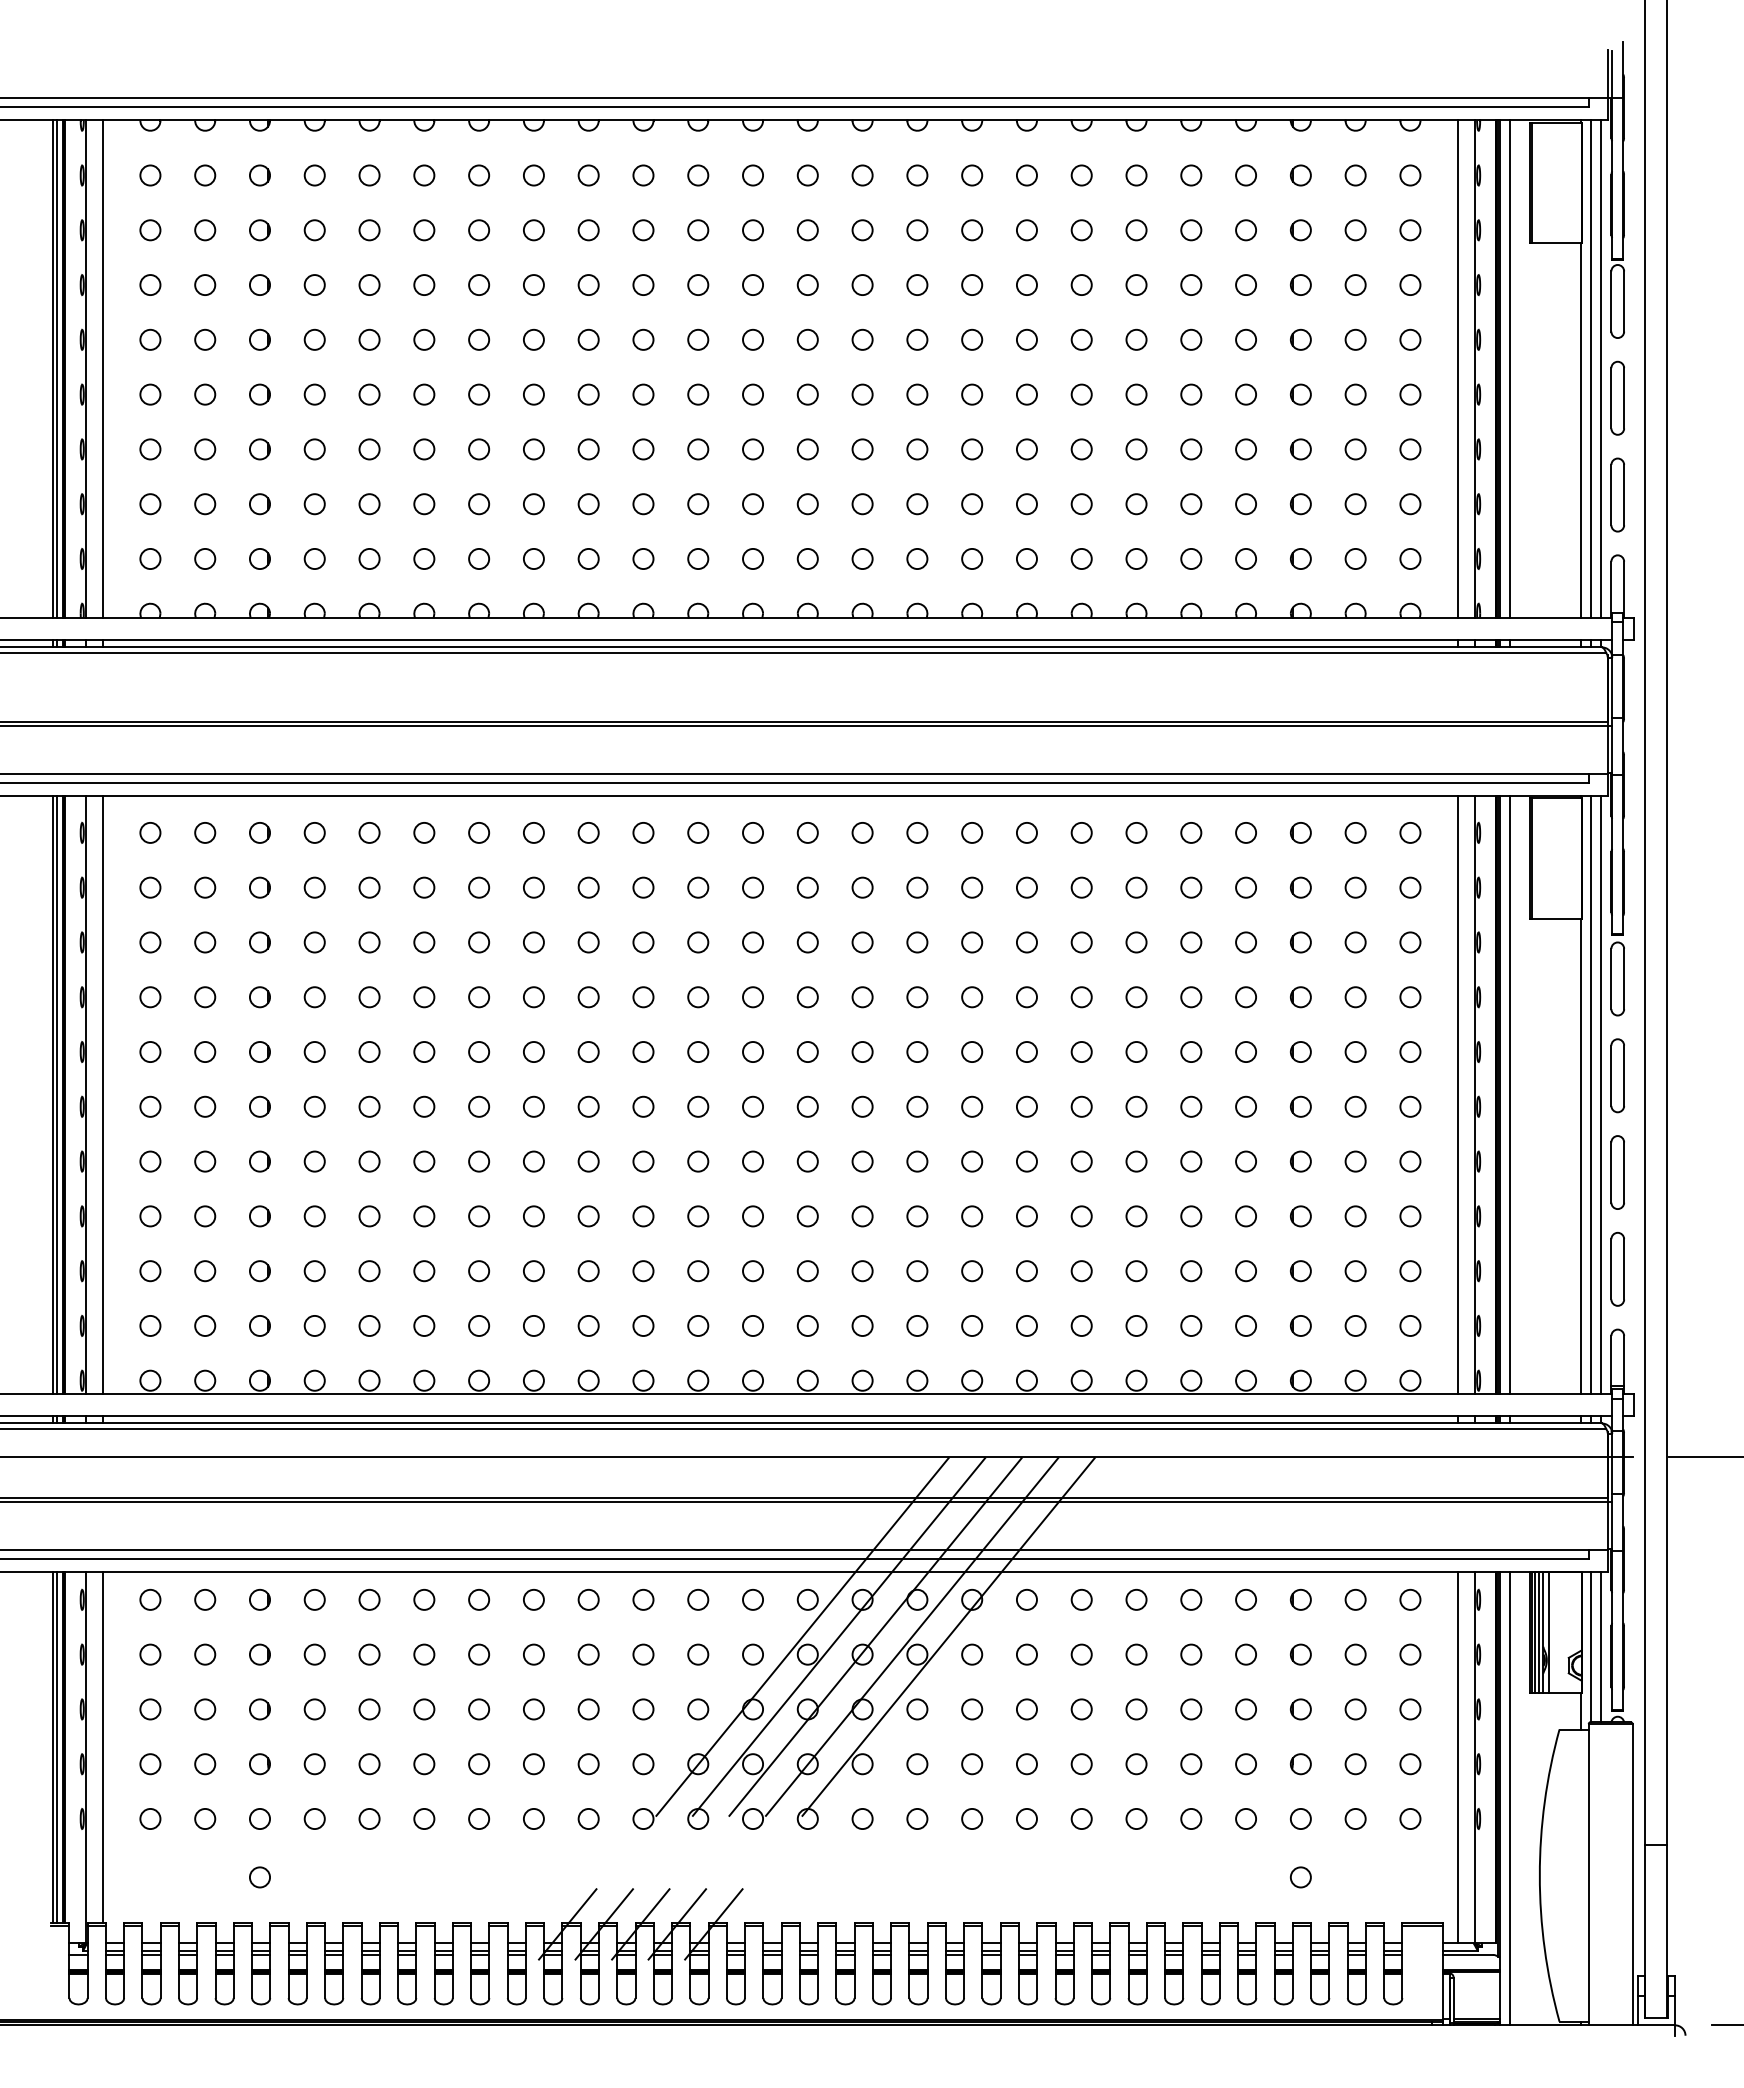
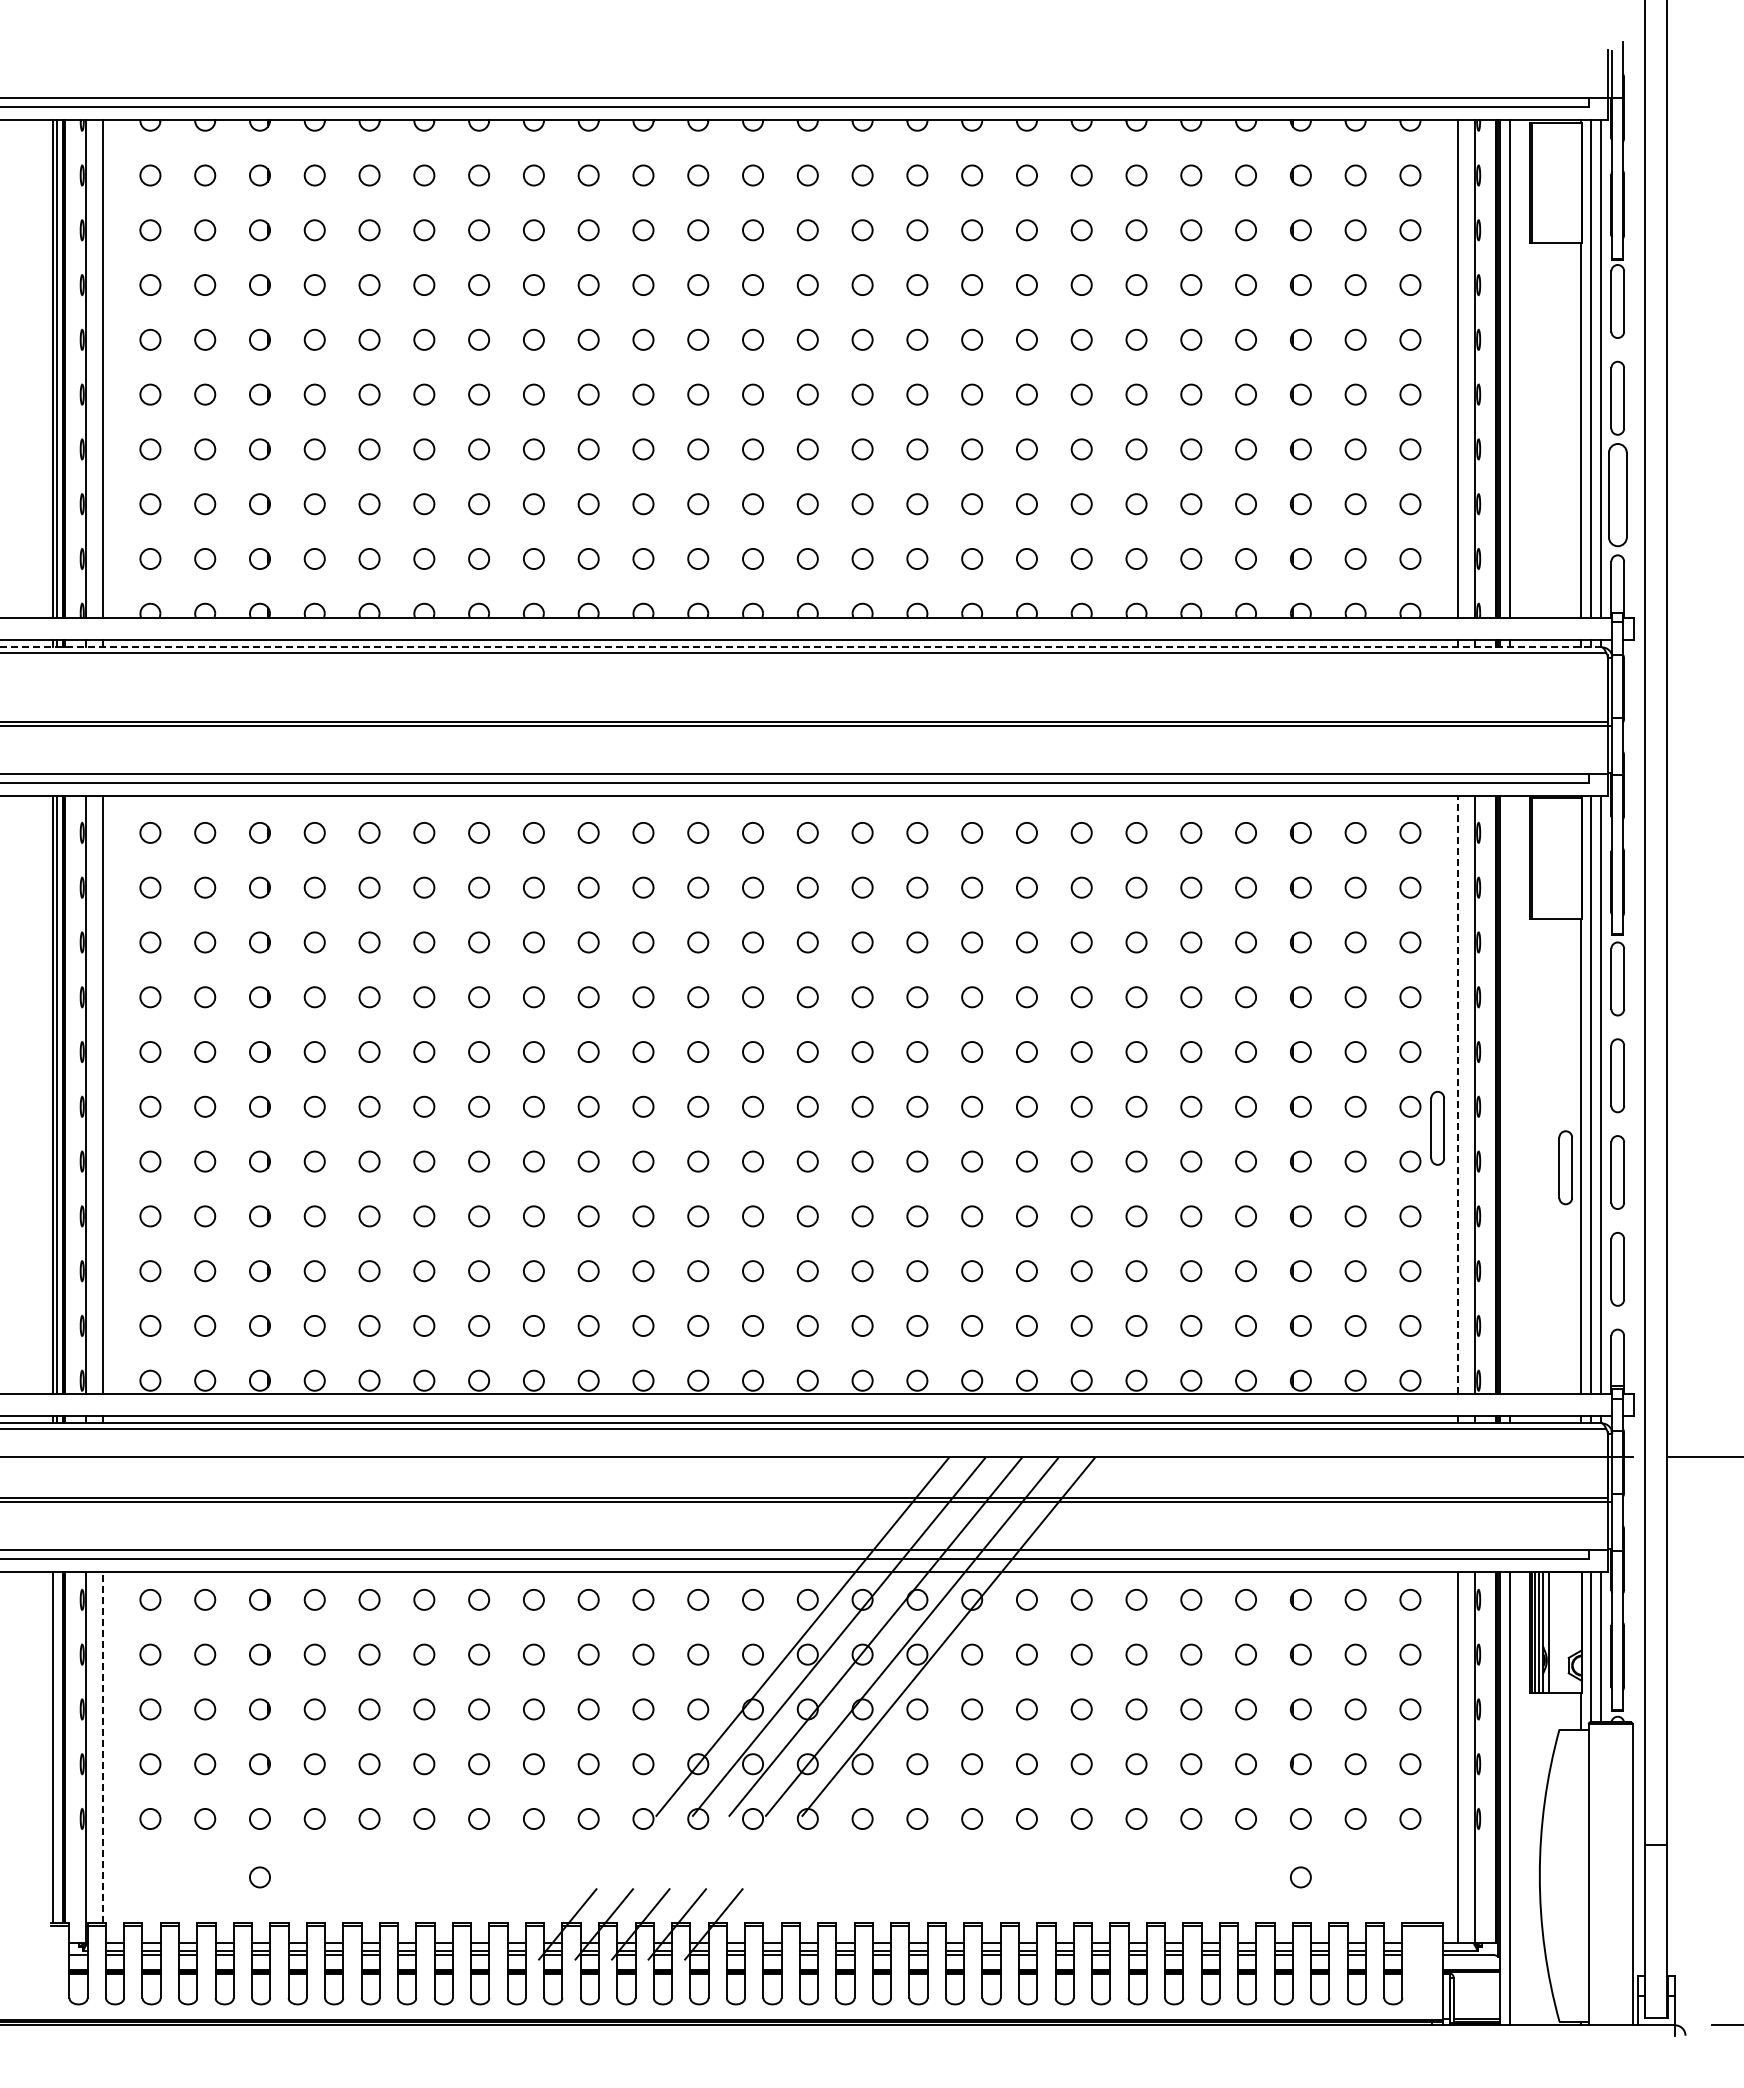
part at (1617, 494) size: 15x76 px -> 20x105 px
line at (800, 647): solid -> dashed
line at (1457, 1094): solid -> dashed
line at (1509, 1095): present -> none
part at (1437, 1128): none -> present
part at (1565, 1167): none -> present
line at (56, 1747): present -> none
line at (102, 1747): solid -> dashed
